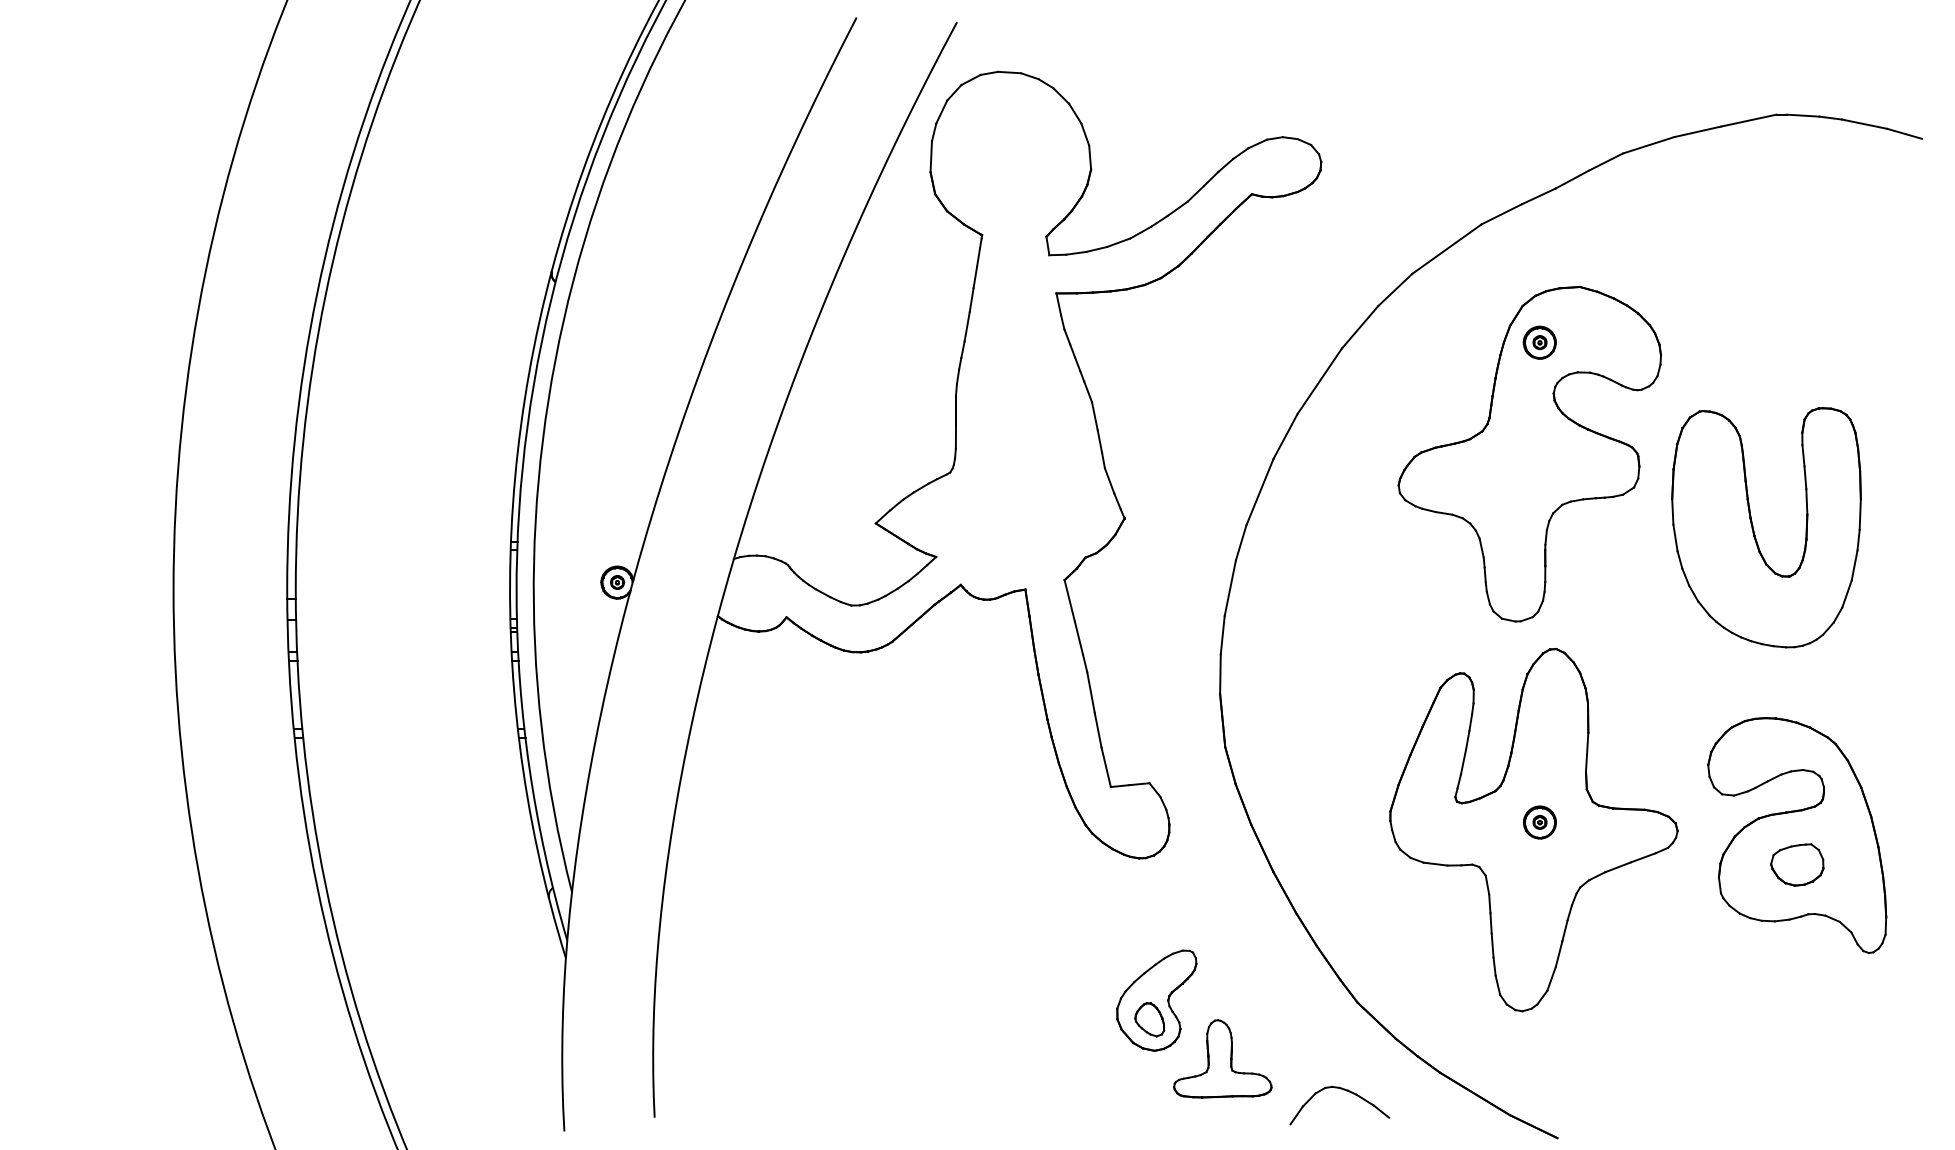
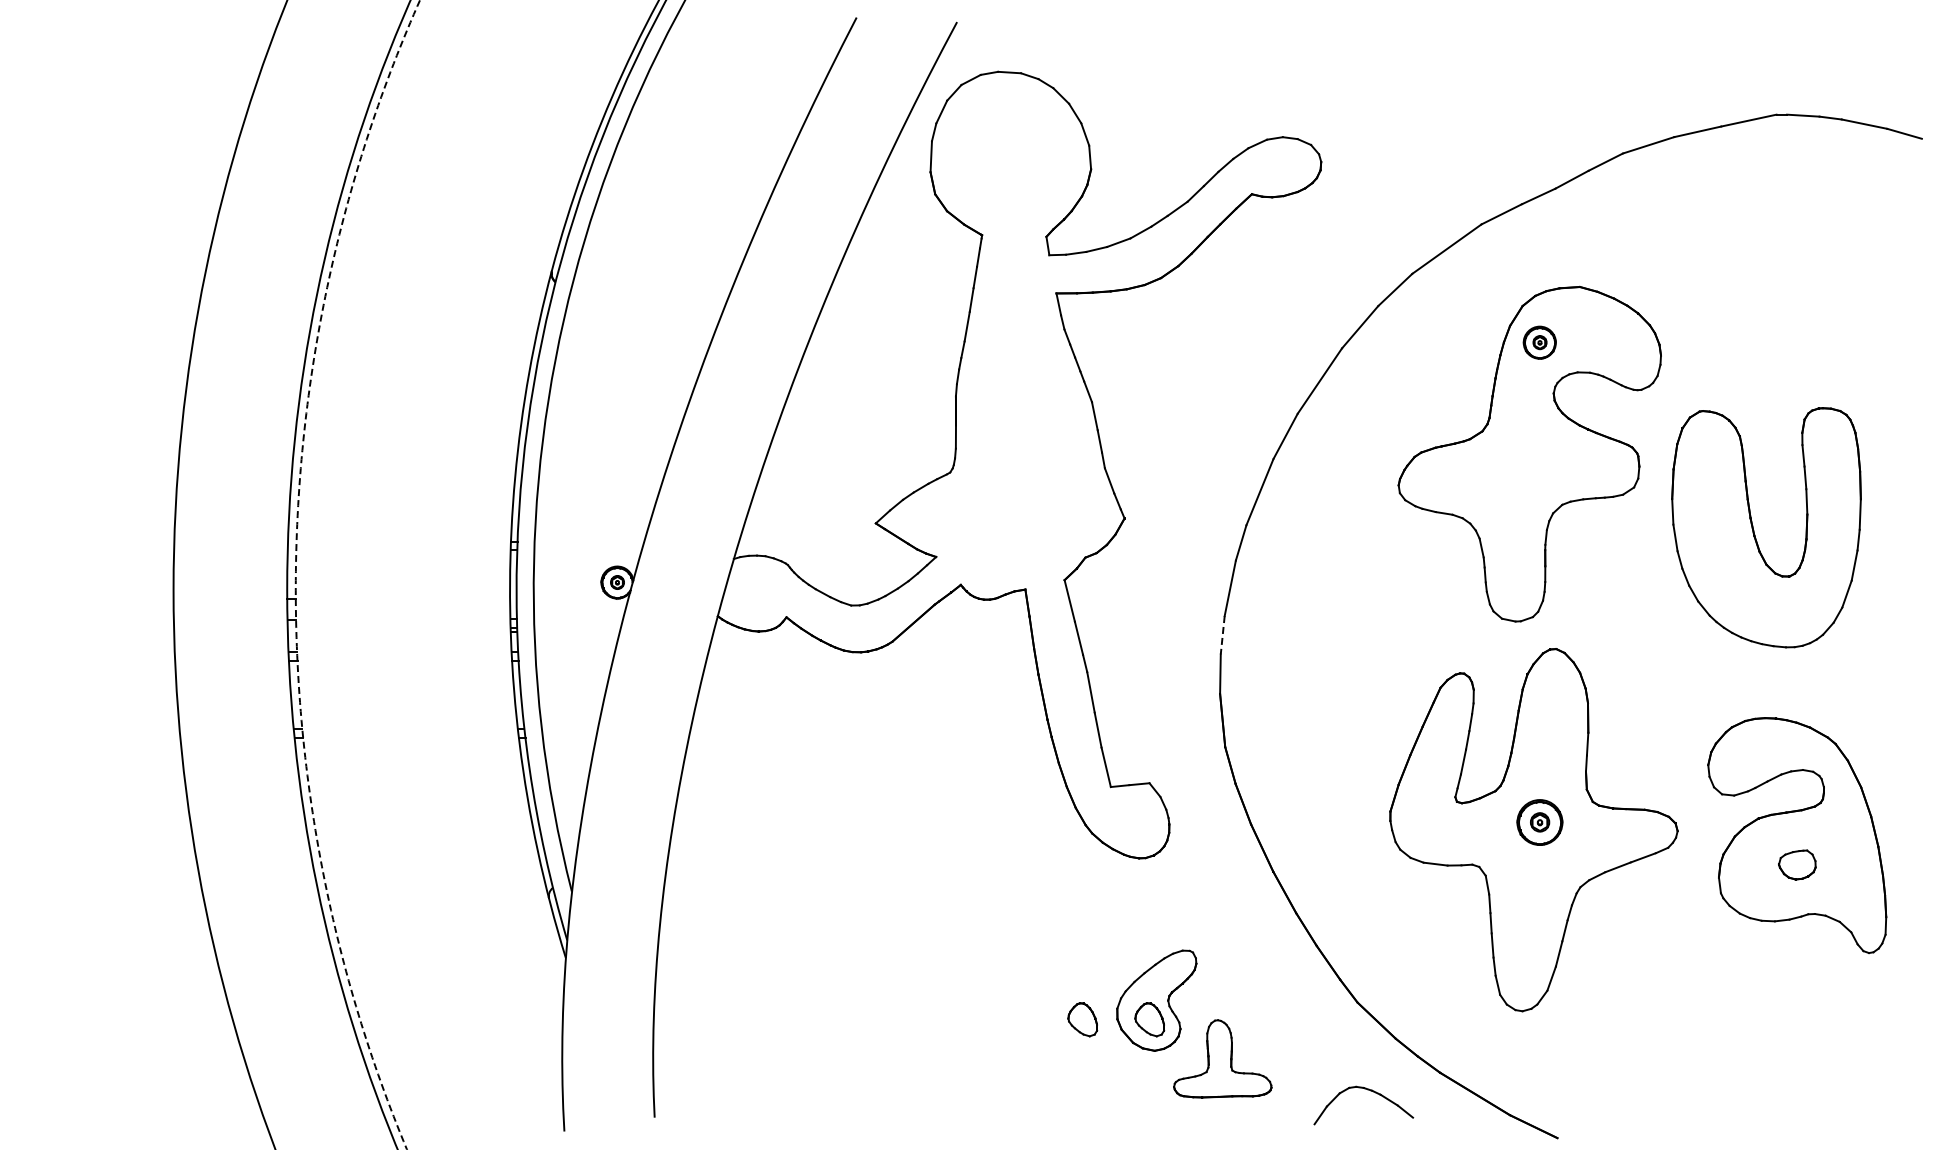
circle at (357, 574): solid -> dashed
line at (1222, 635): solid -> dashed
part at (1539, 822) size: 34x35 px -> 48x47 px
part at (1797, 864) size: 55x44 px -> 39x32 px
part at (1082, 1019): none -> present
part at (1343, 1090) position: (1343, 1090) -> (1367, 1090)
